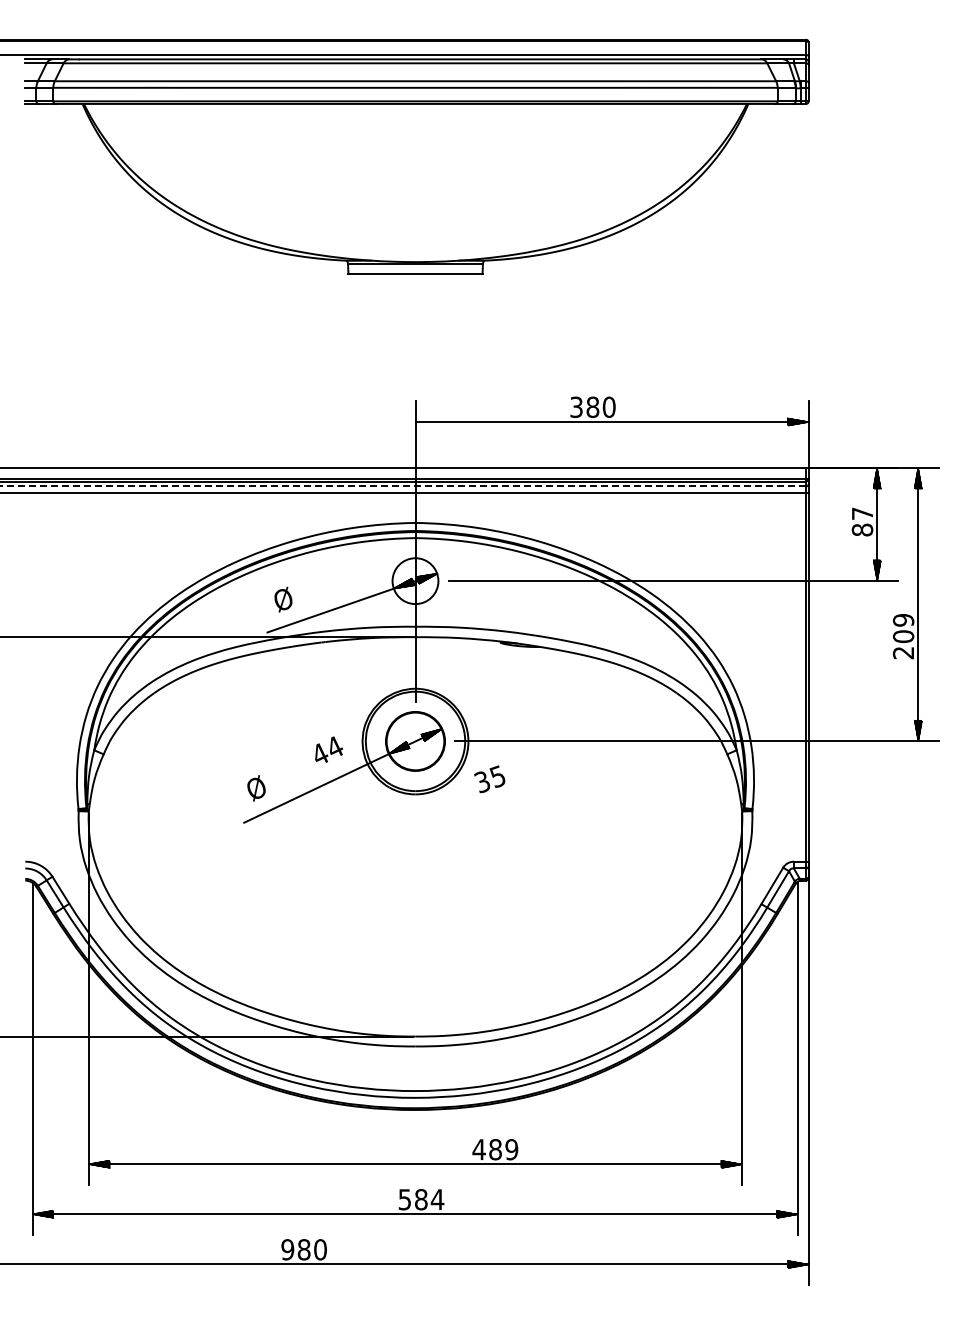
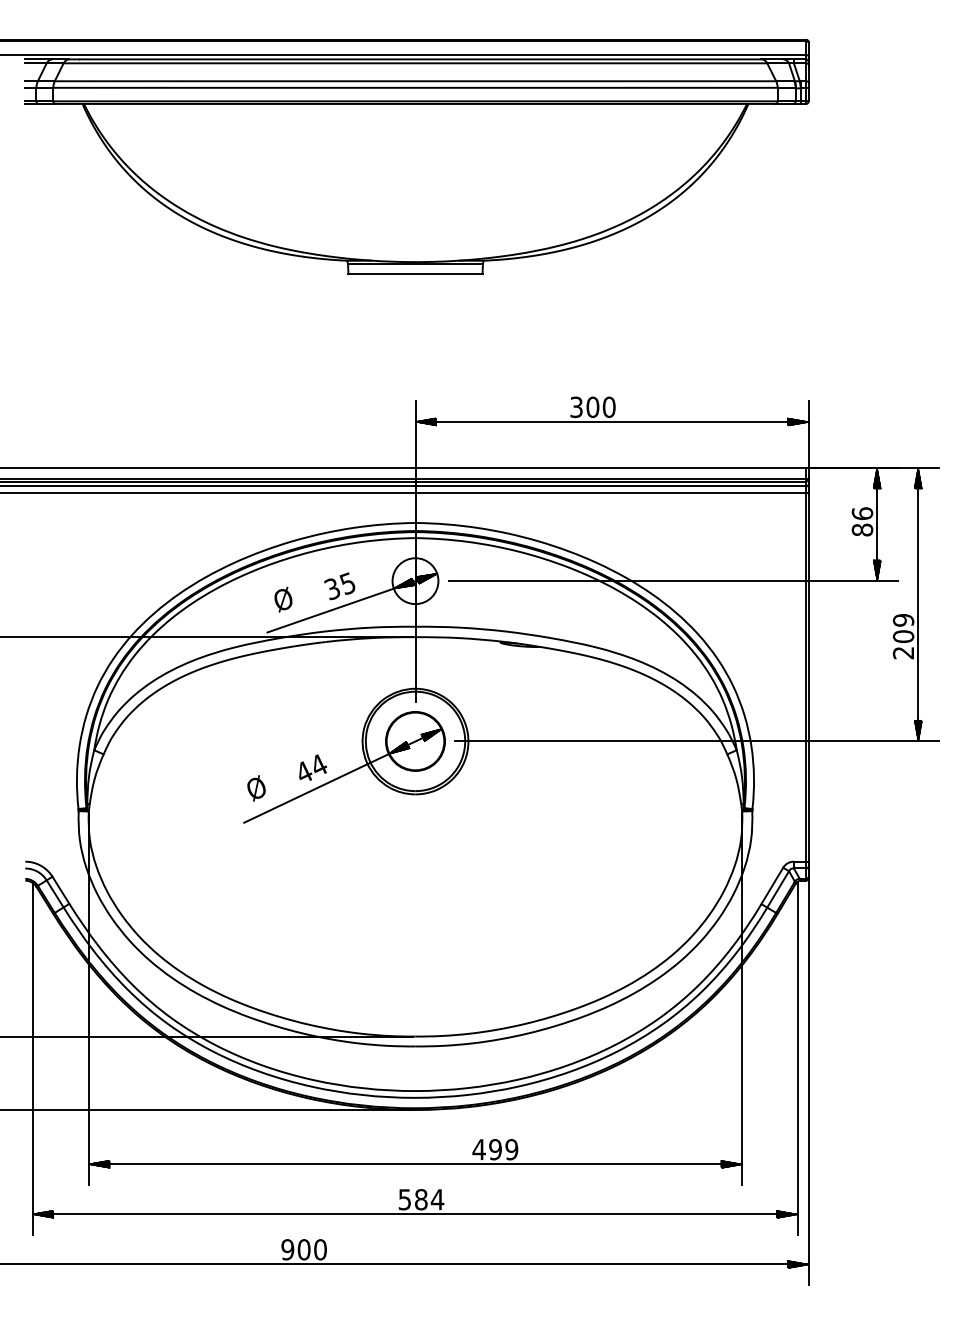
text at (592, 407): 380 -> 300
hatch at (425, 421): none -> present
line at (403, 486): dashed -> solid
text at (862, 513): 87 -> 86
text at (329, 749) position: (329, 749) -> (313, 767)
text at (489, 779) position: (489, 779) -> (339, 586)
line at (207, 1110): none -> present
text at (495, 1149): 489 -> 499
text at (303, 1249): 980 -> 900
